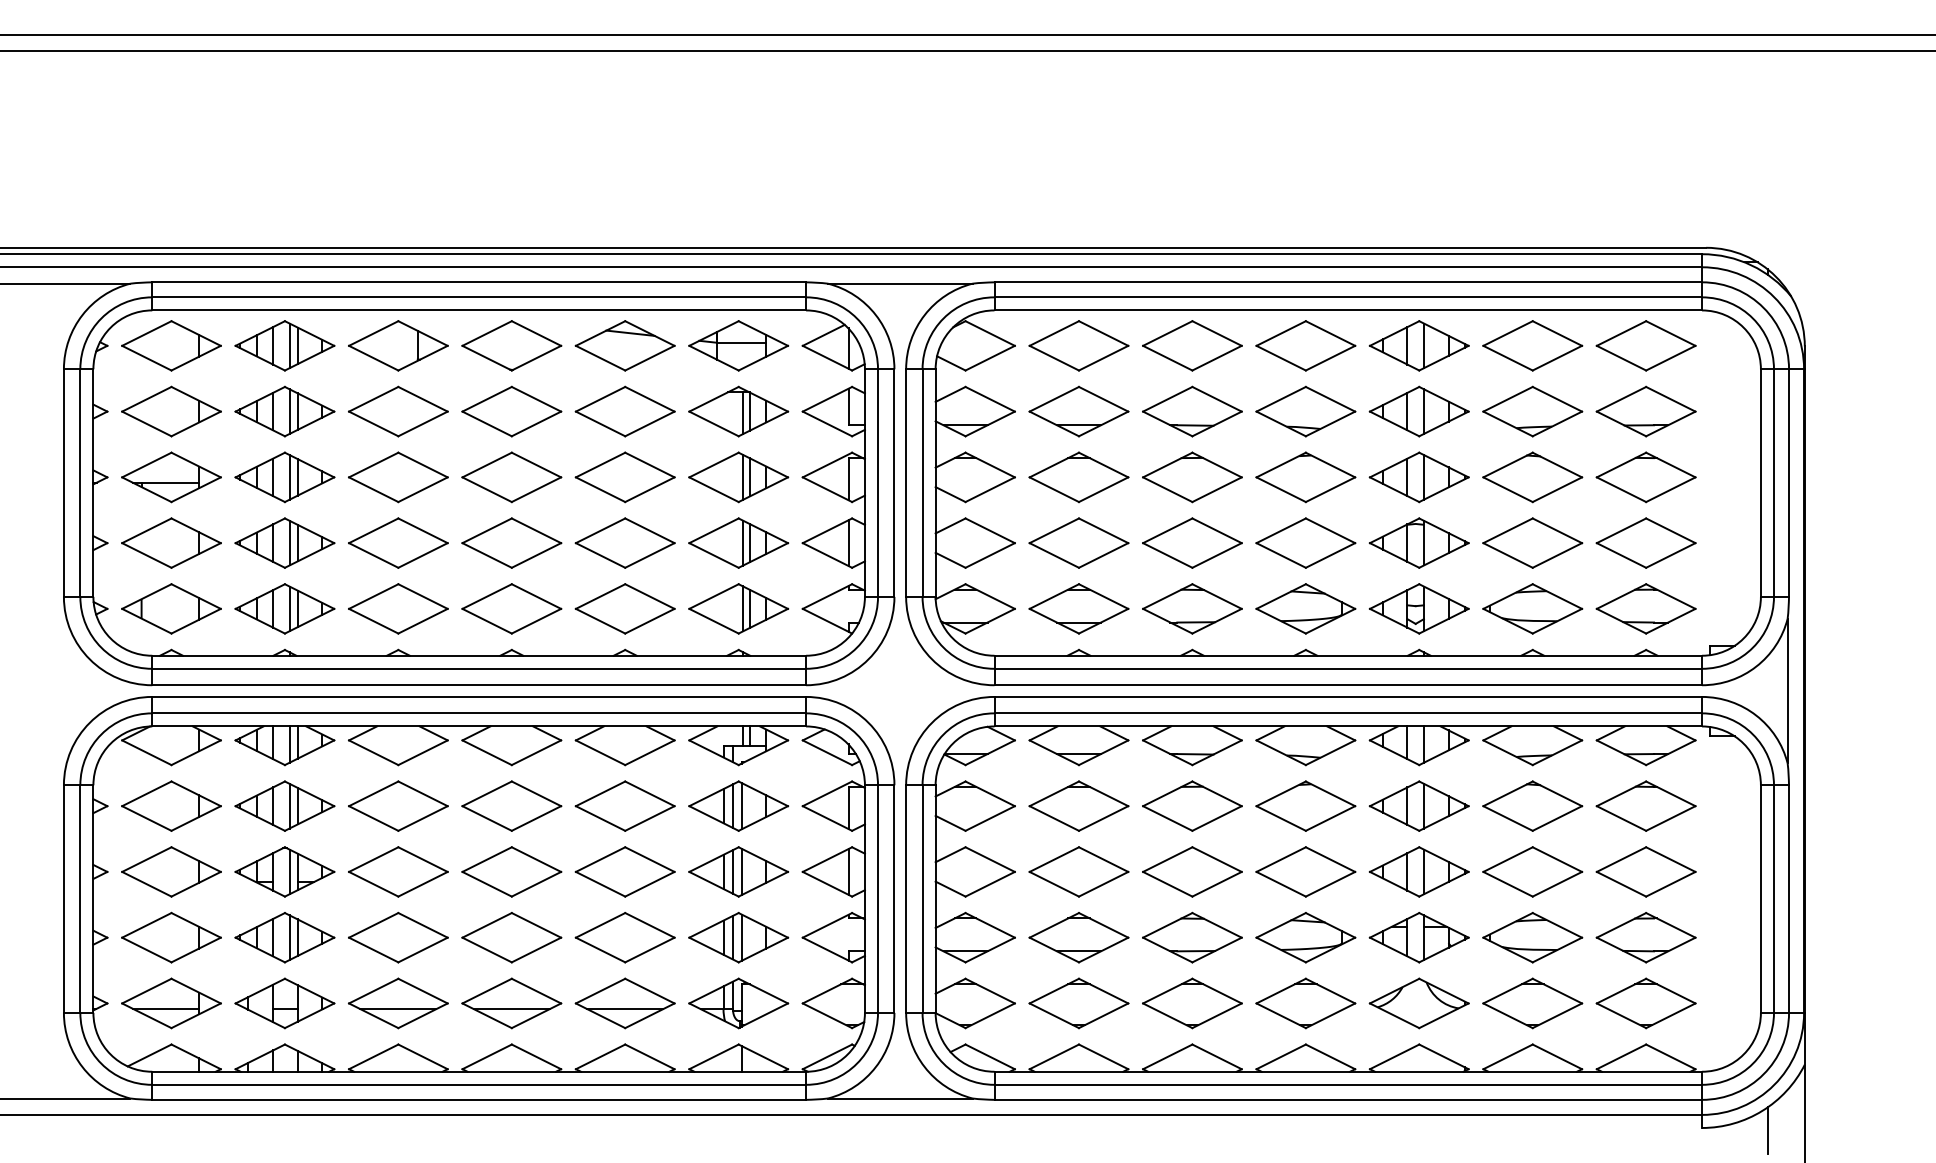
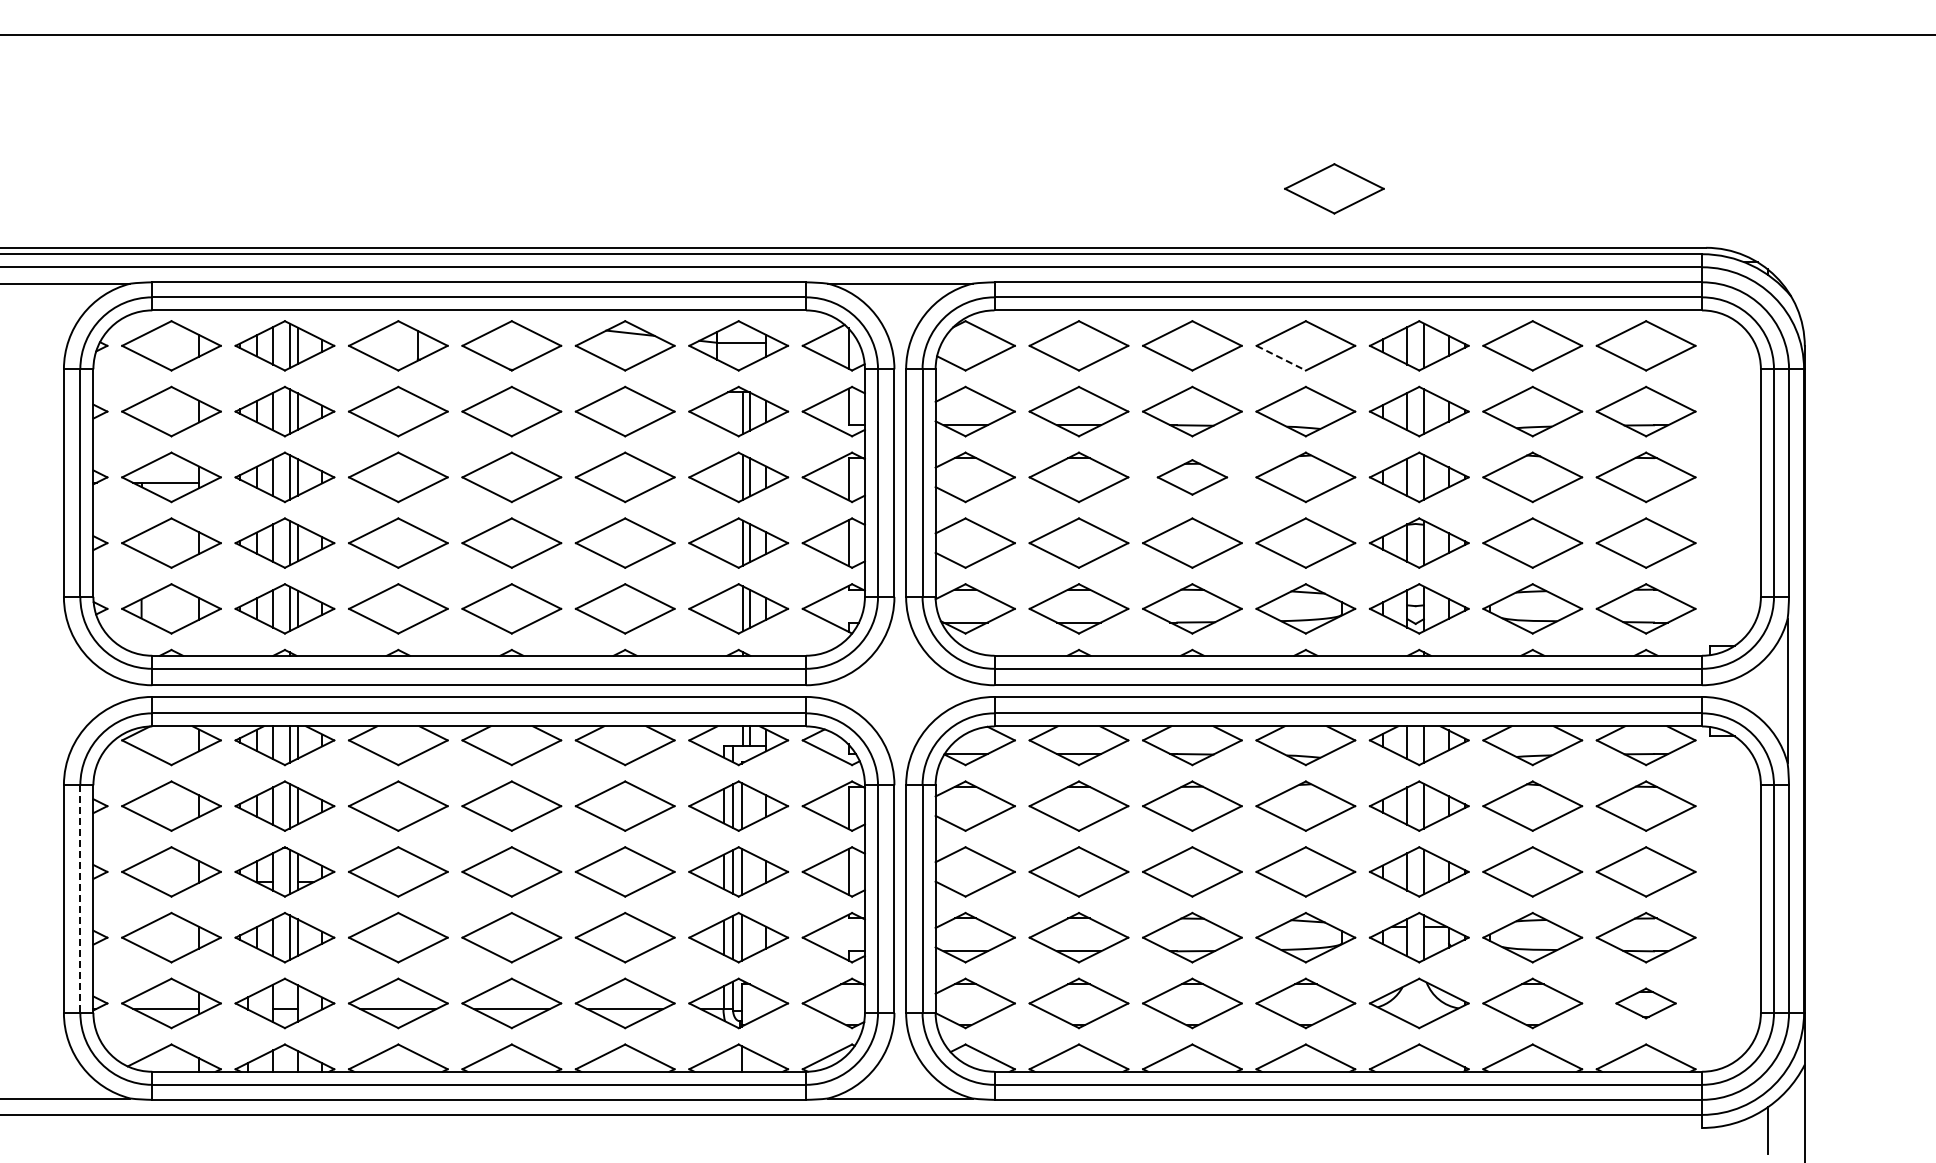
line at (967, 50): present -> none
part at (1334, 188): none -> present
line at (1281, 358): solid -> dashed
part at (1192, 477) size: 101x53 px -> 73x37 px
line at (80, 899): solid -> dashed
part at (1645, 1003) size: 102x53 px -> 62x33 px
